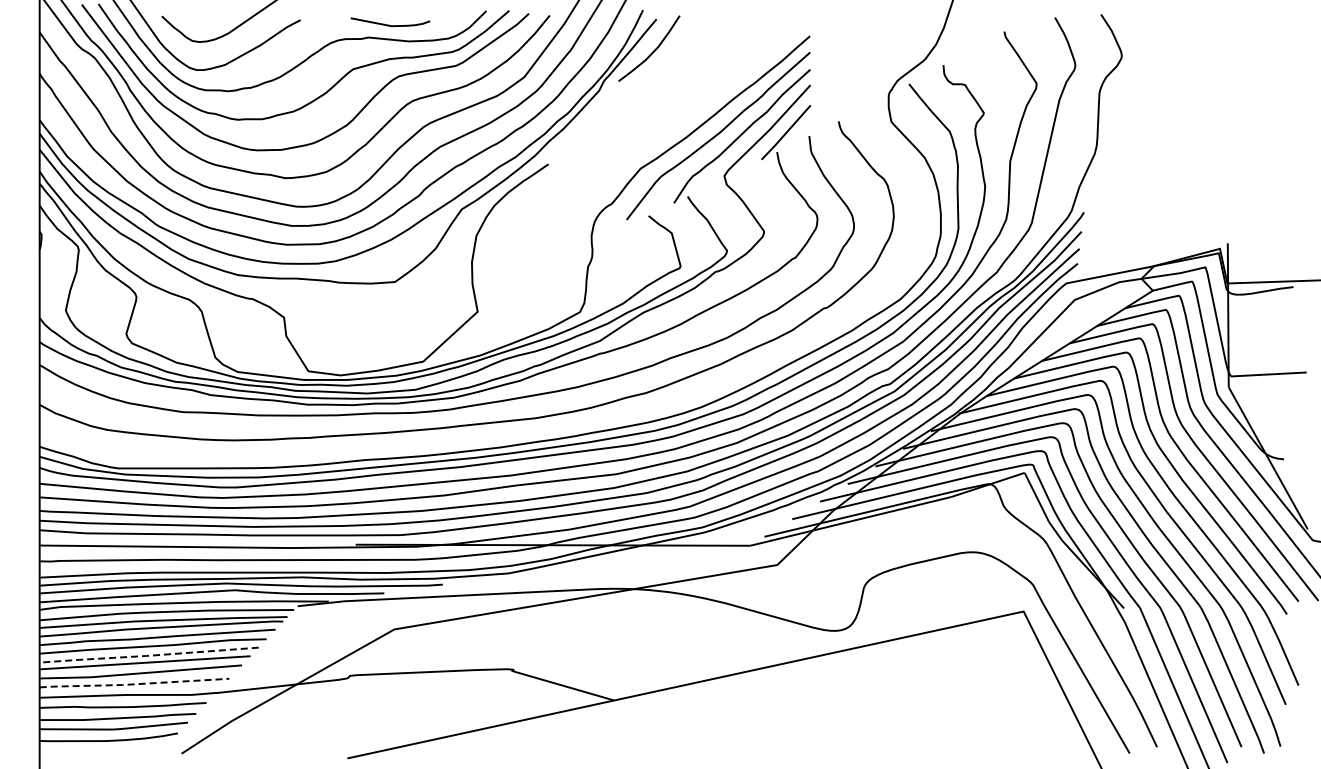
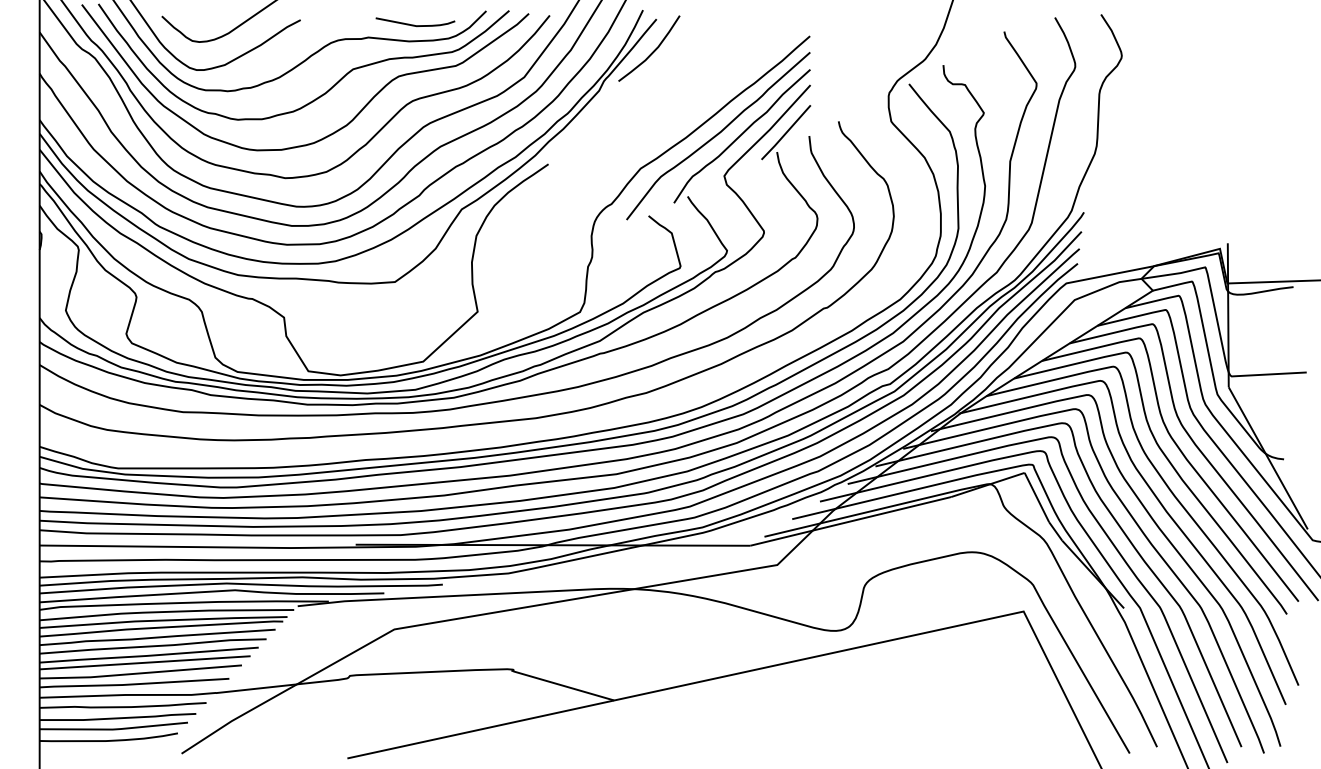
curve at (389, 24) position: (389, 24) -> (414, 24)
line at (147, 655): dashed -> solid
line at (133, 684): dashed -> solid
